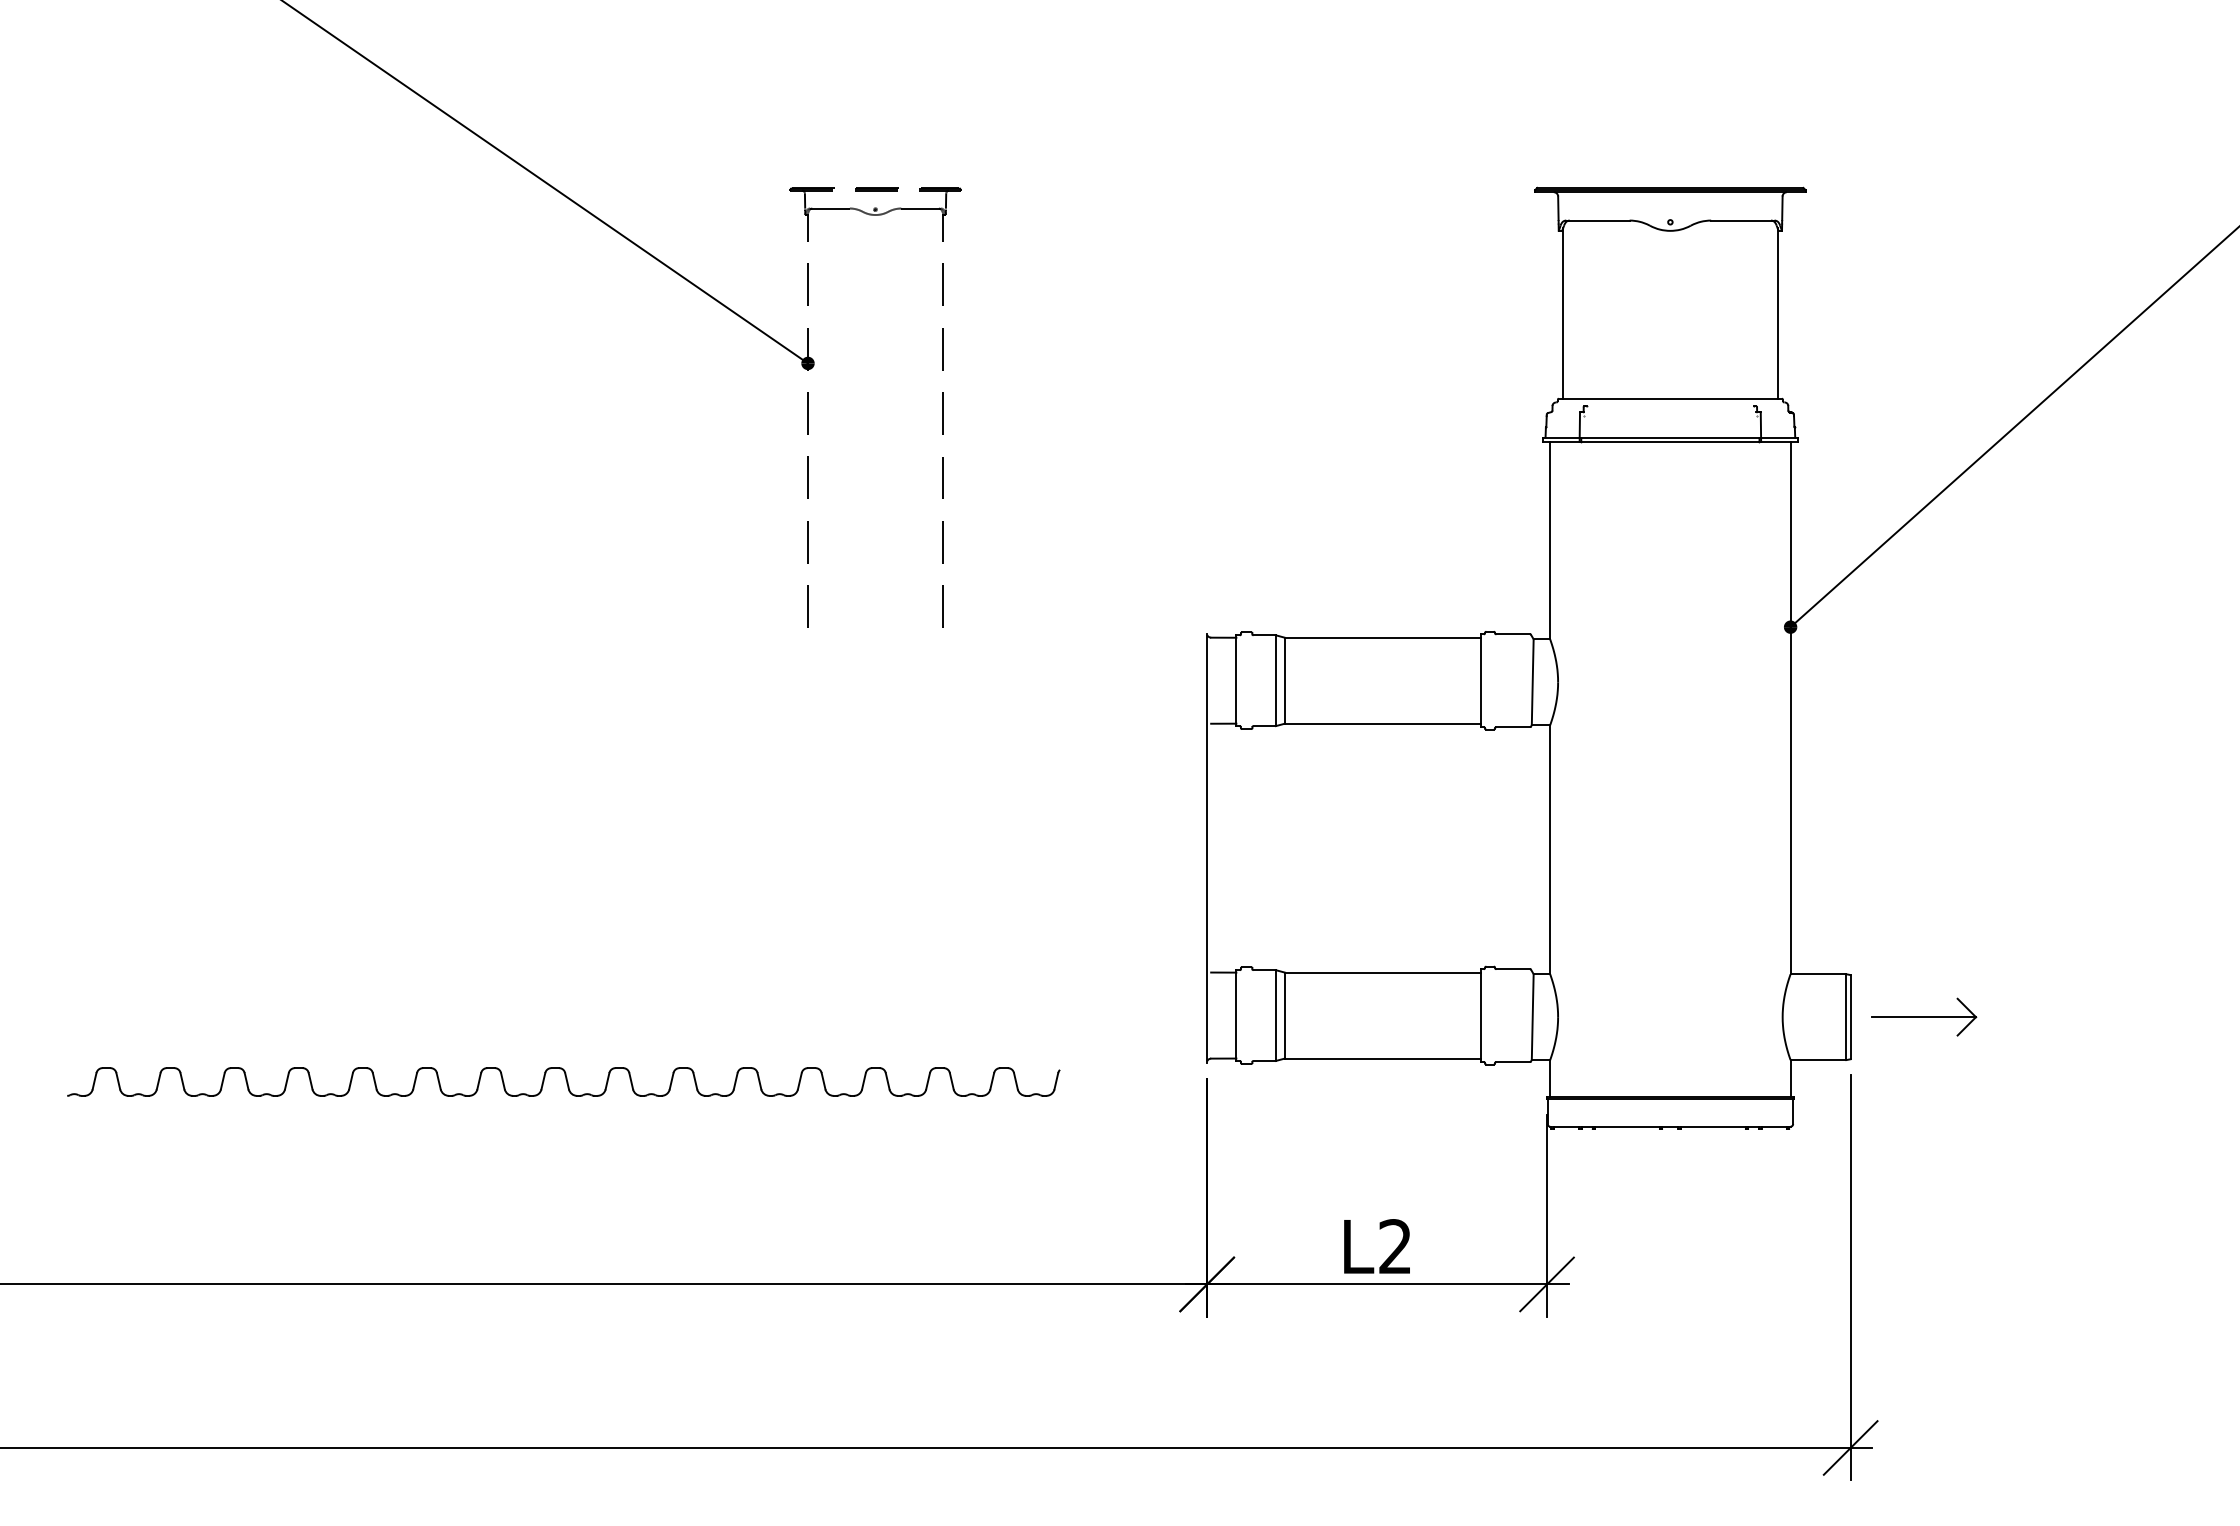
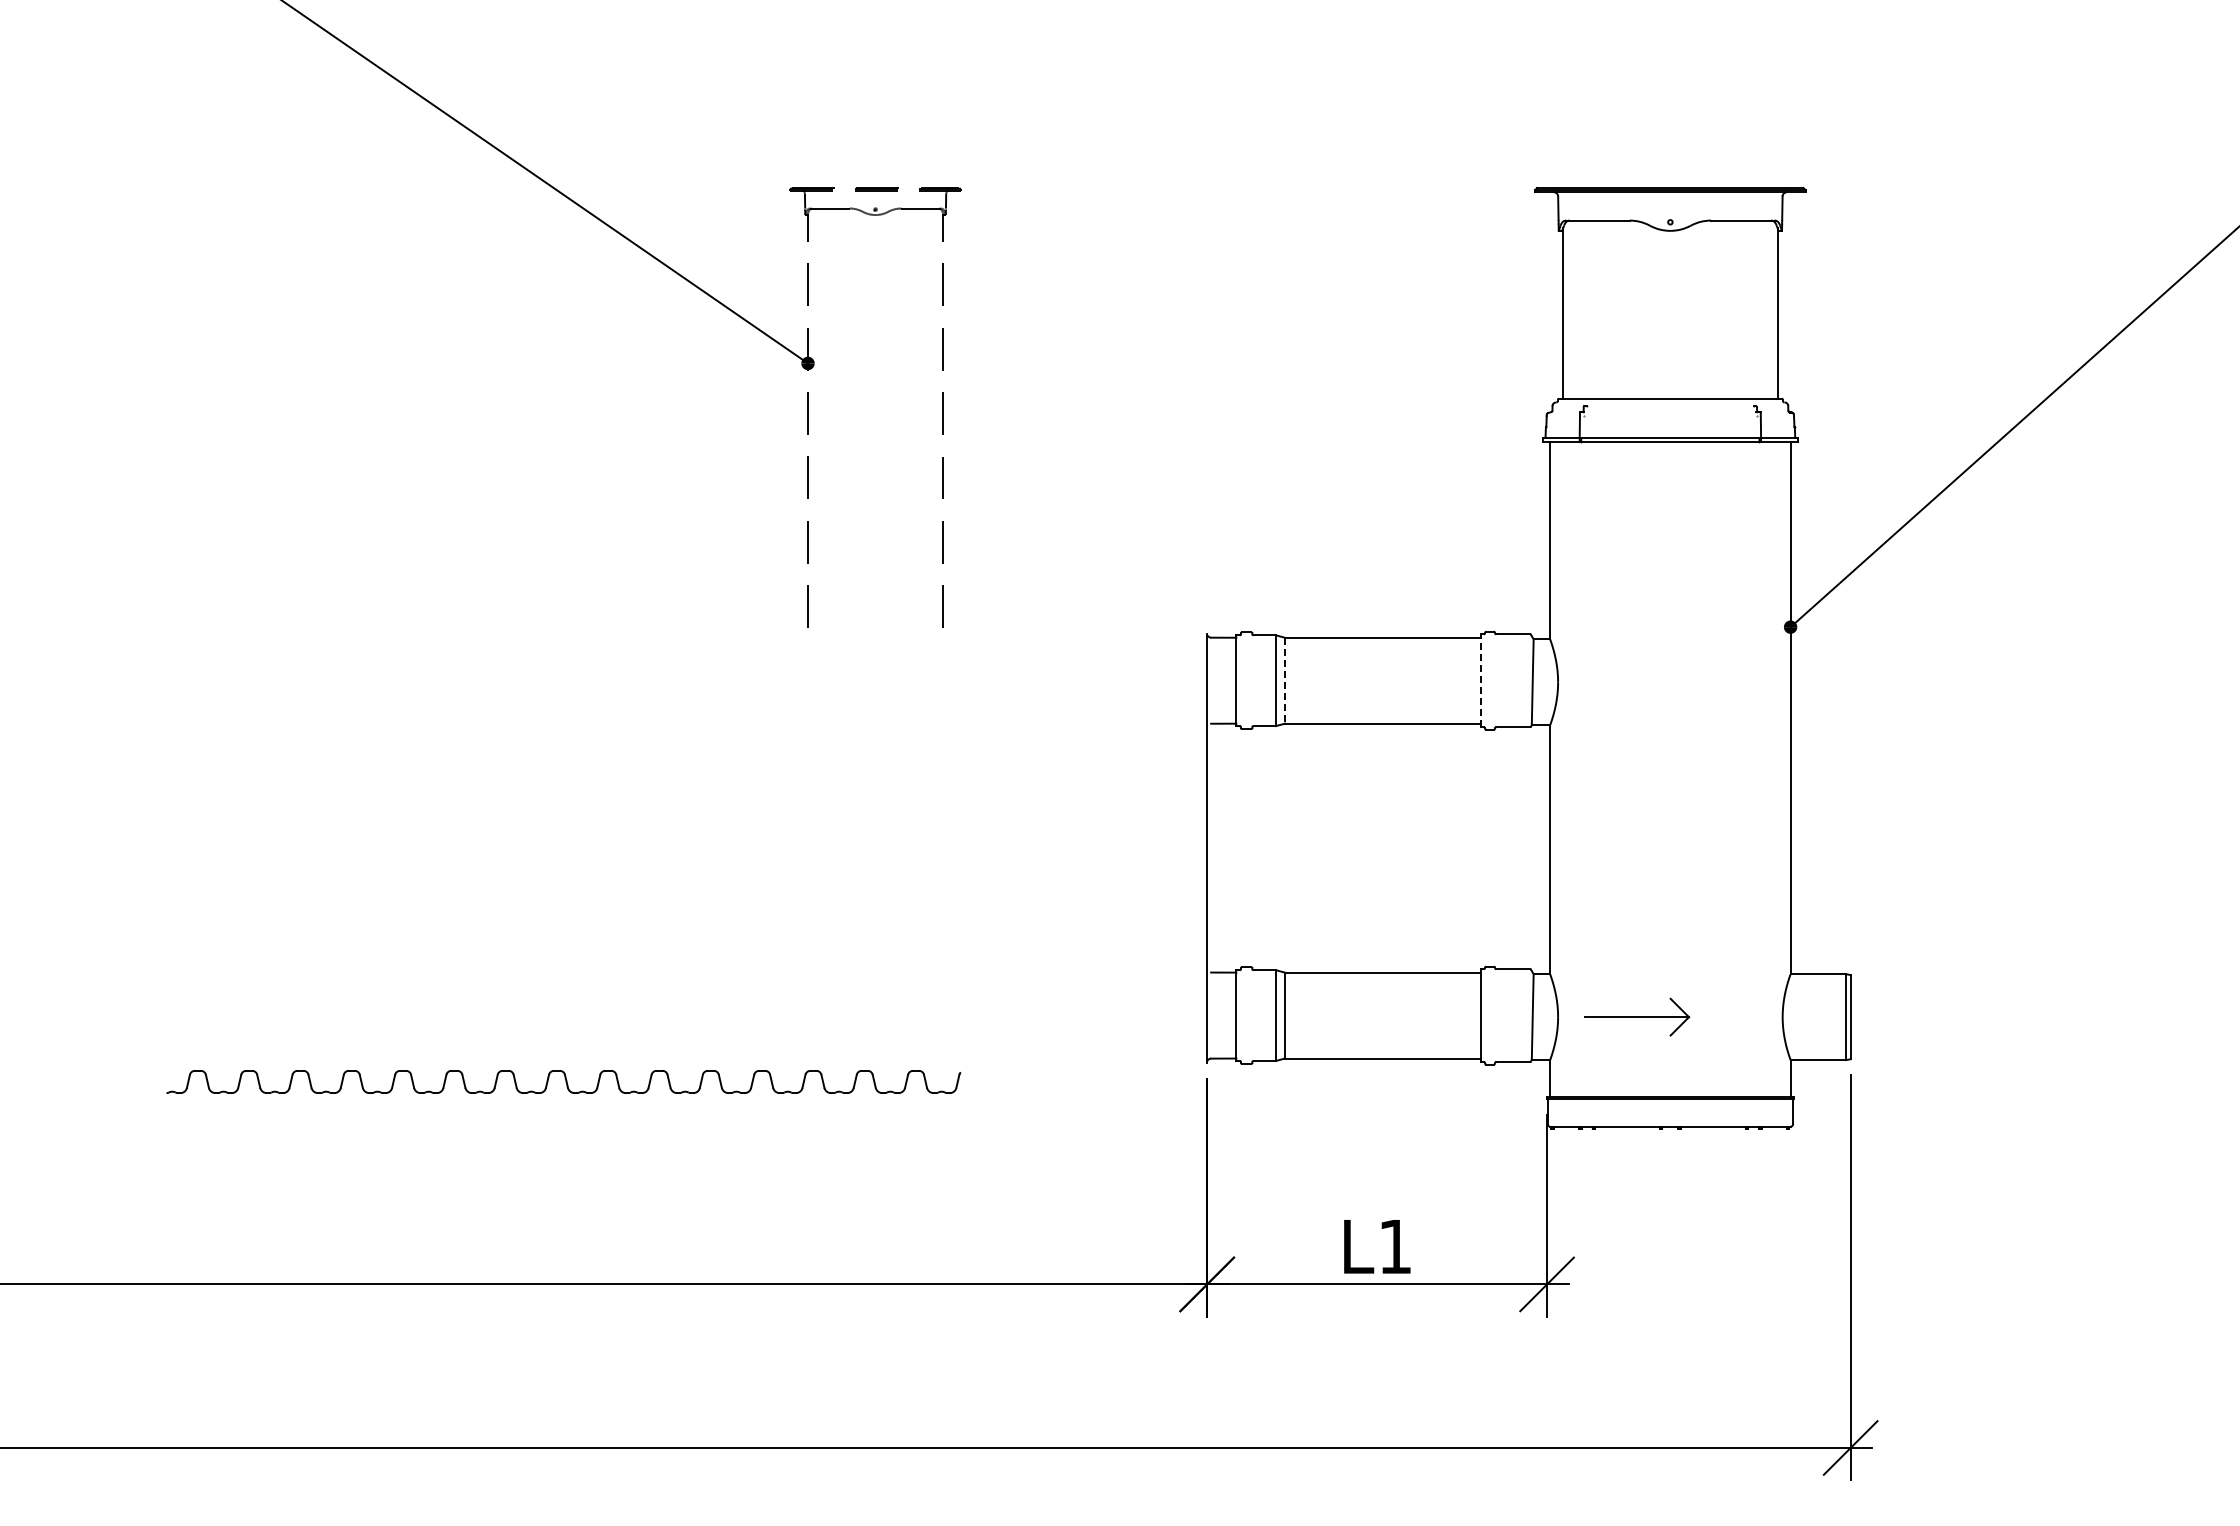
line at (1285, 680): solid -> dashed
line at (1481, 680): solid -> dashed
part at (1924, 1016) position: (1924, 1016) -> (1637, 1016)
part at (563, 1081) size: 994x30 px -> 796x24 px
text at (1394, 1246): L2 -> L1
